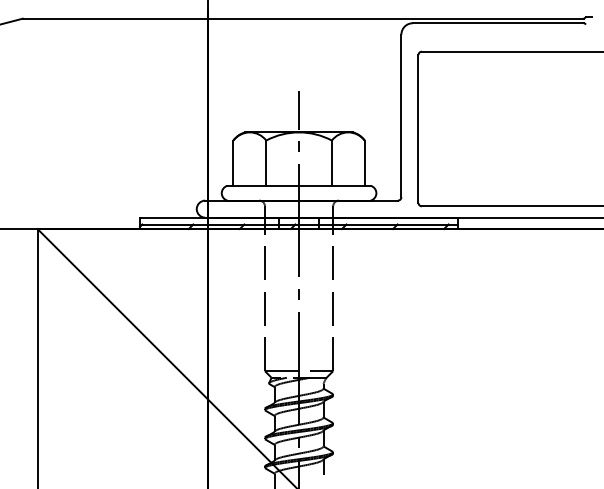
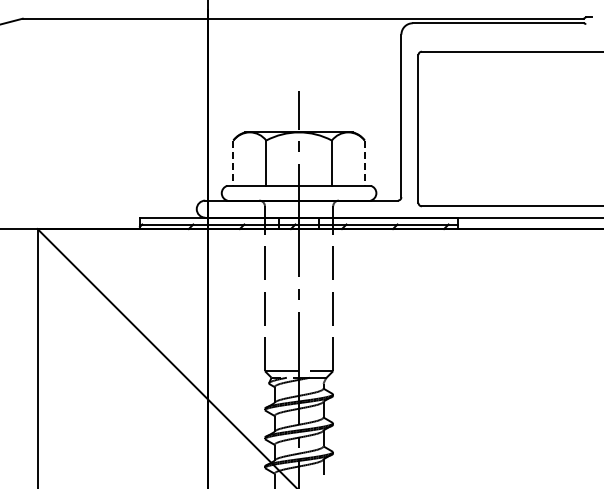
line at (233, 163): solid -> dashed
line at (364, 163): solid -> dashed
